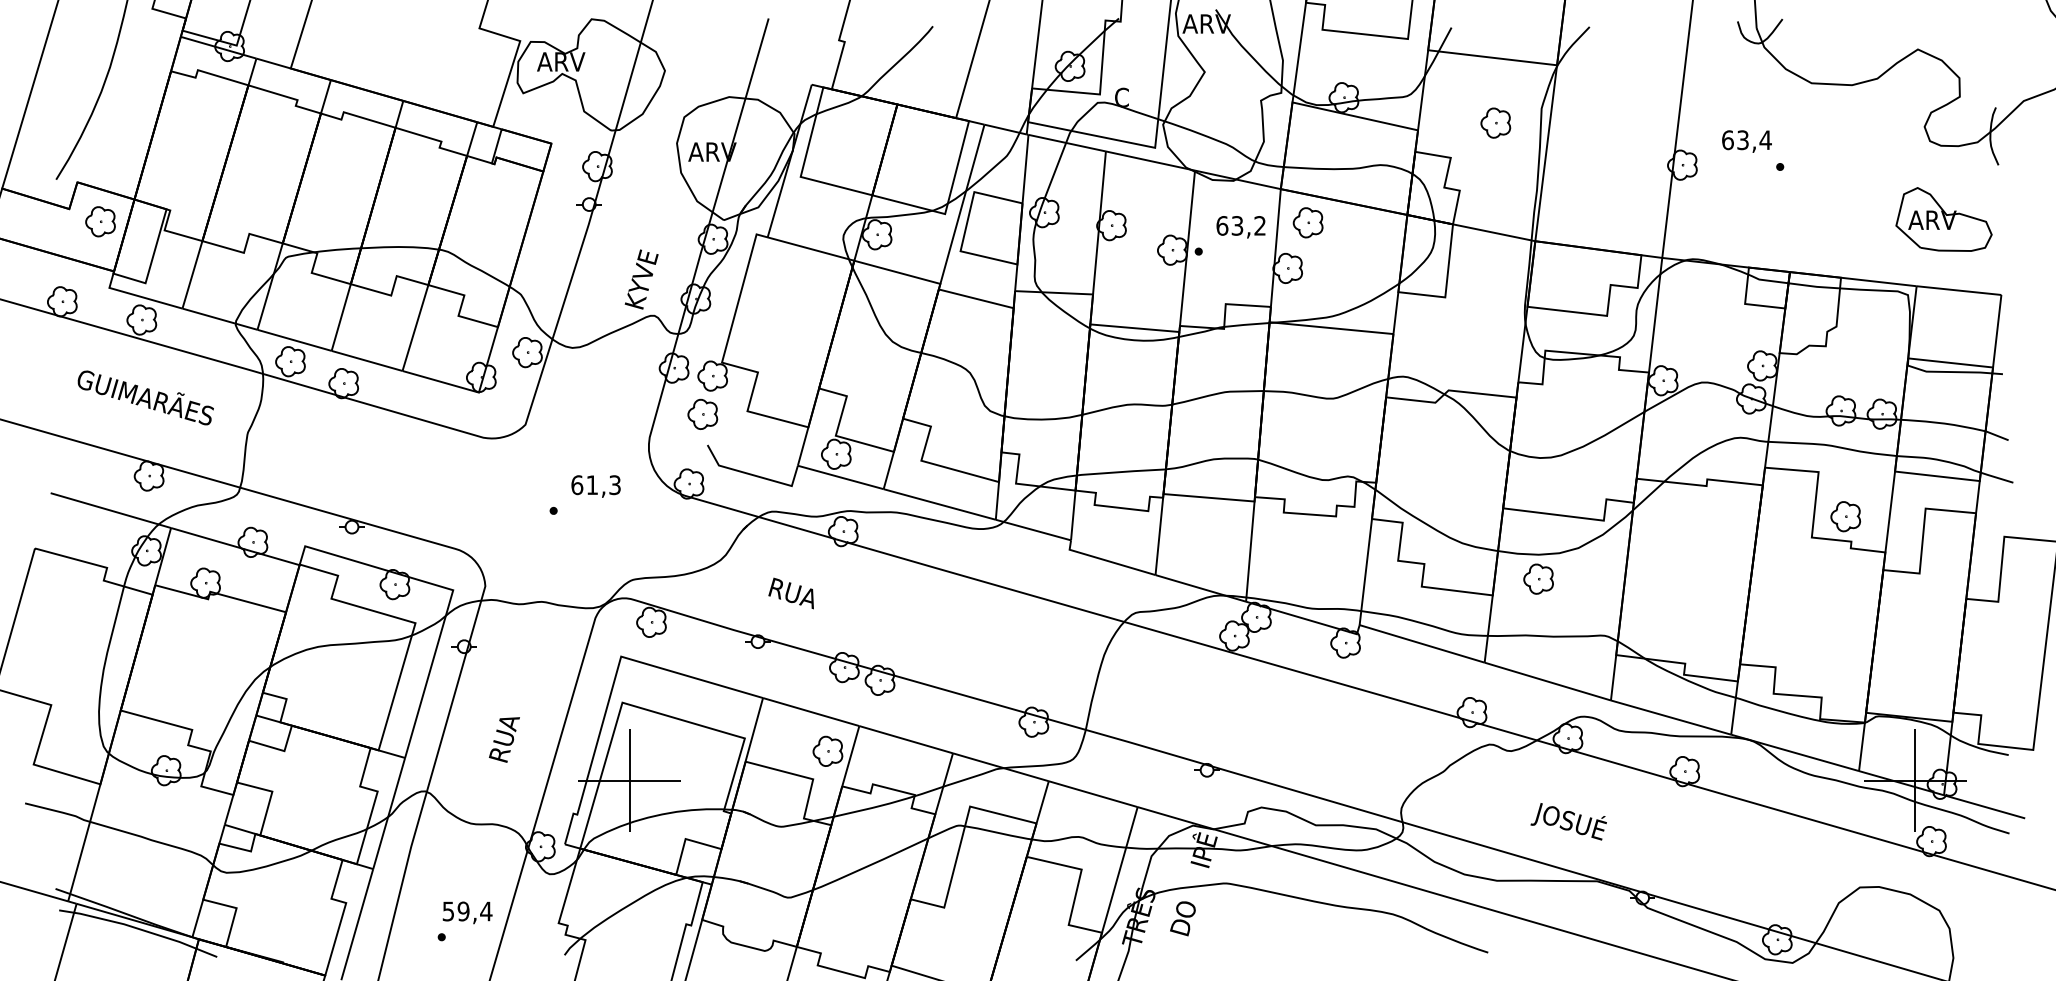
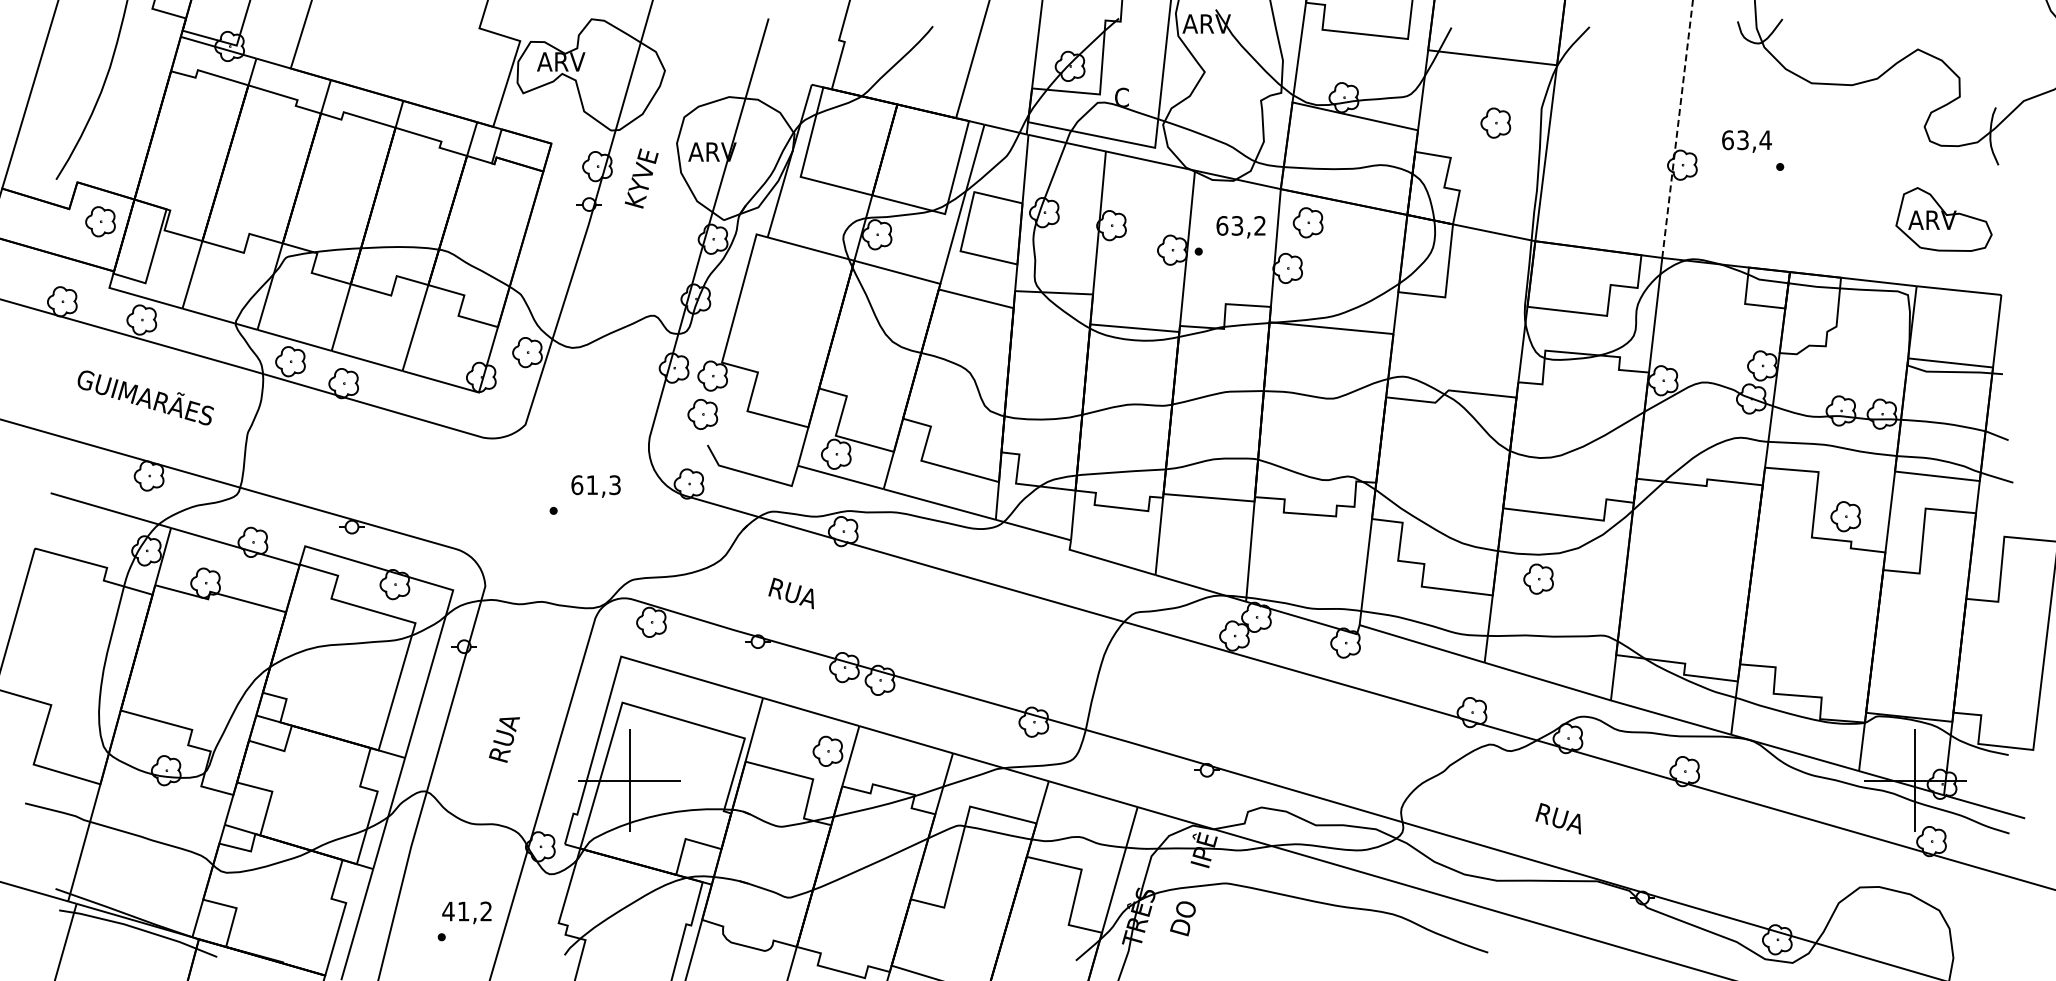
line at (1677, 128): solid -> dashed
text at (641, 279) position: (641, 279) -> (641, 178)
text at (1568, 821): JOSUÉ -> RUA
text at (467, 911): 59,4 -> 41,2
